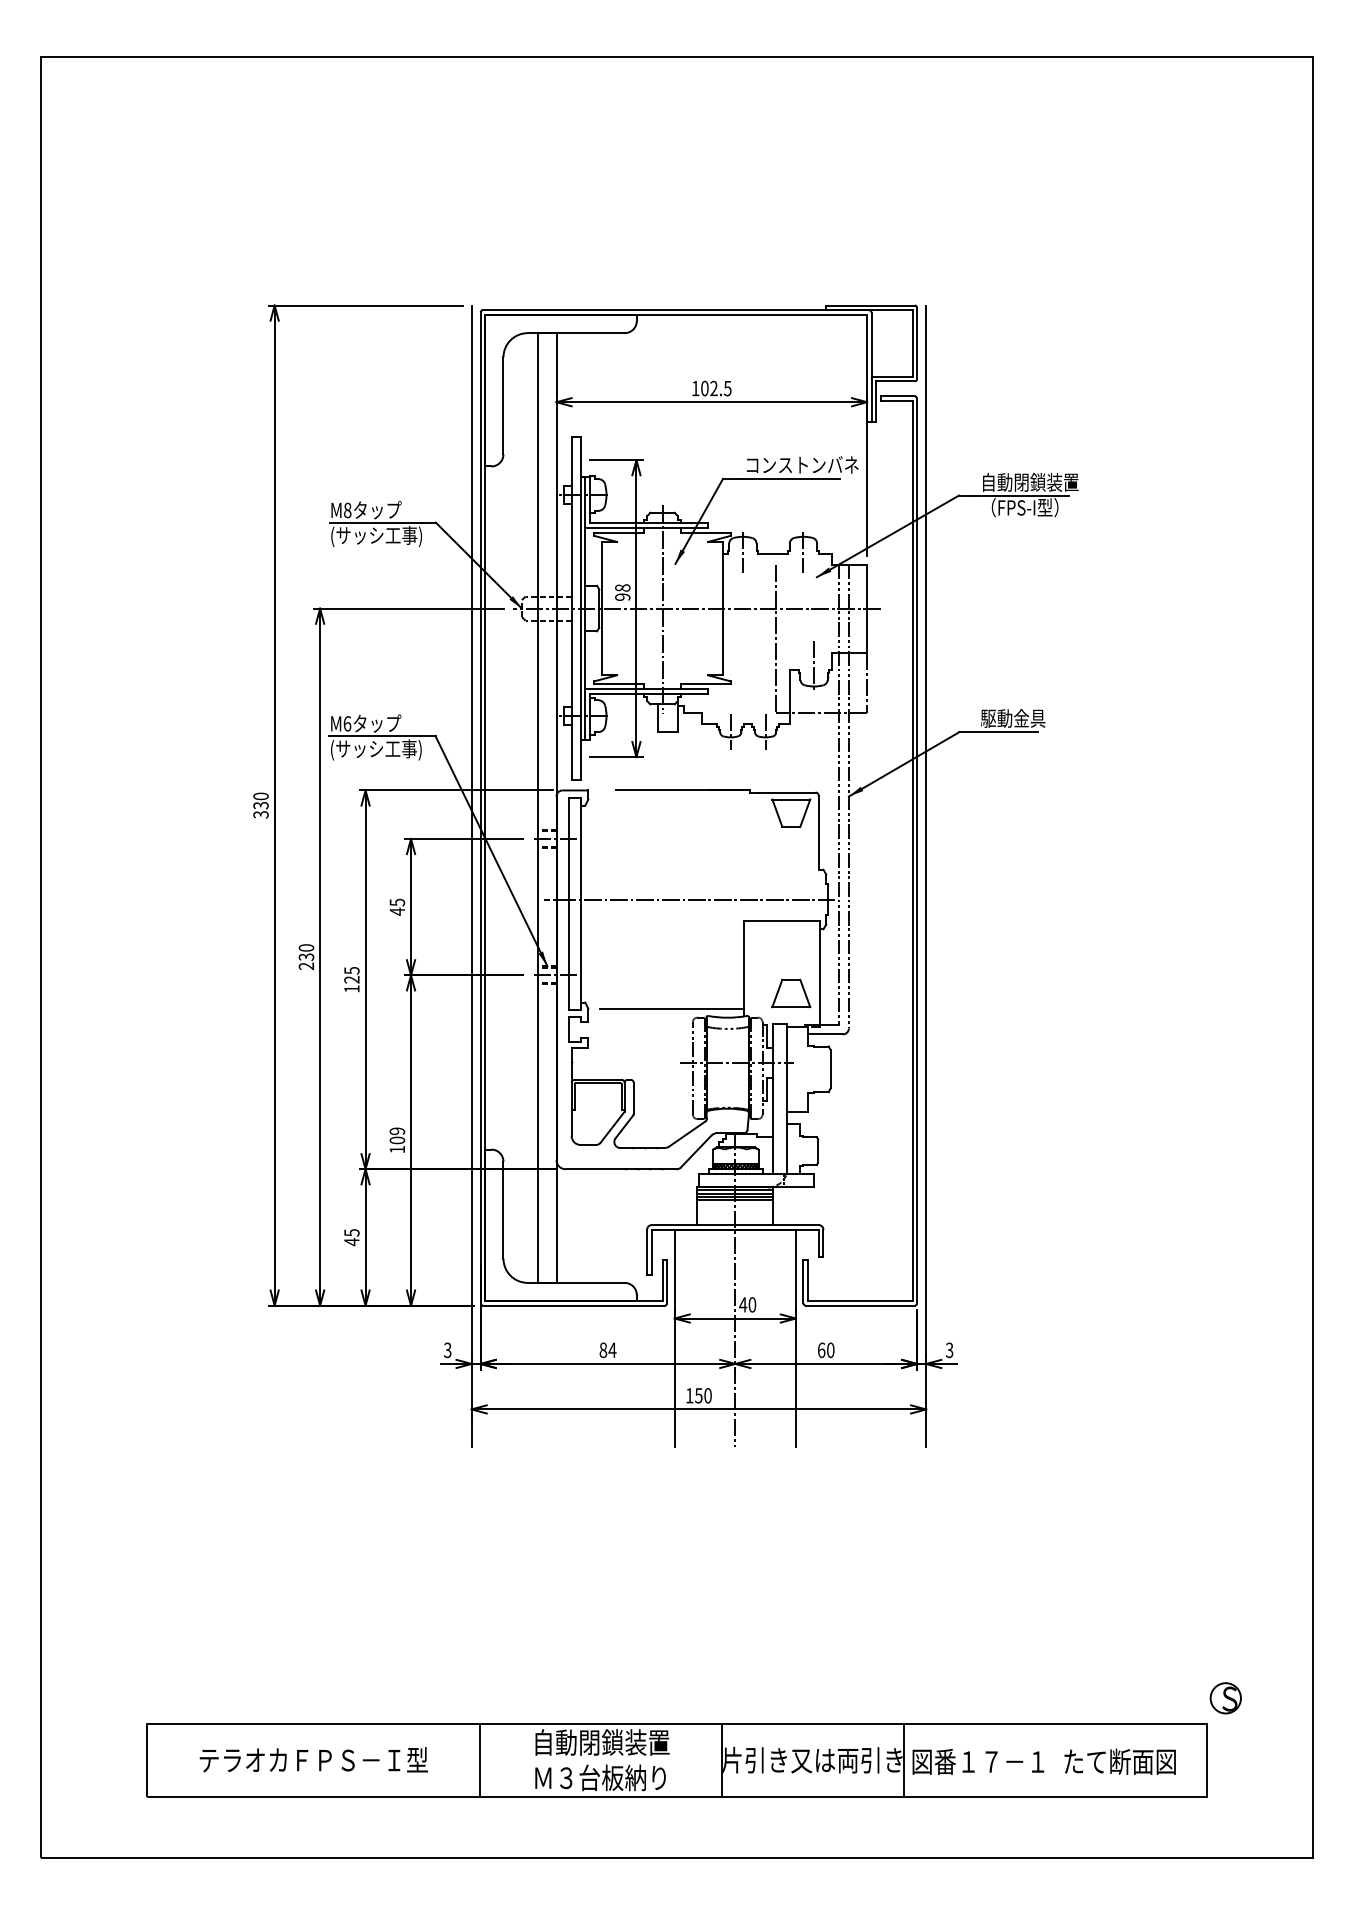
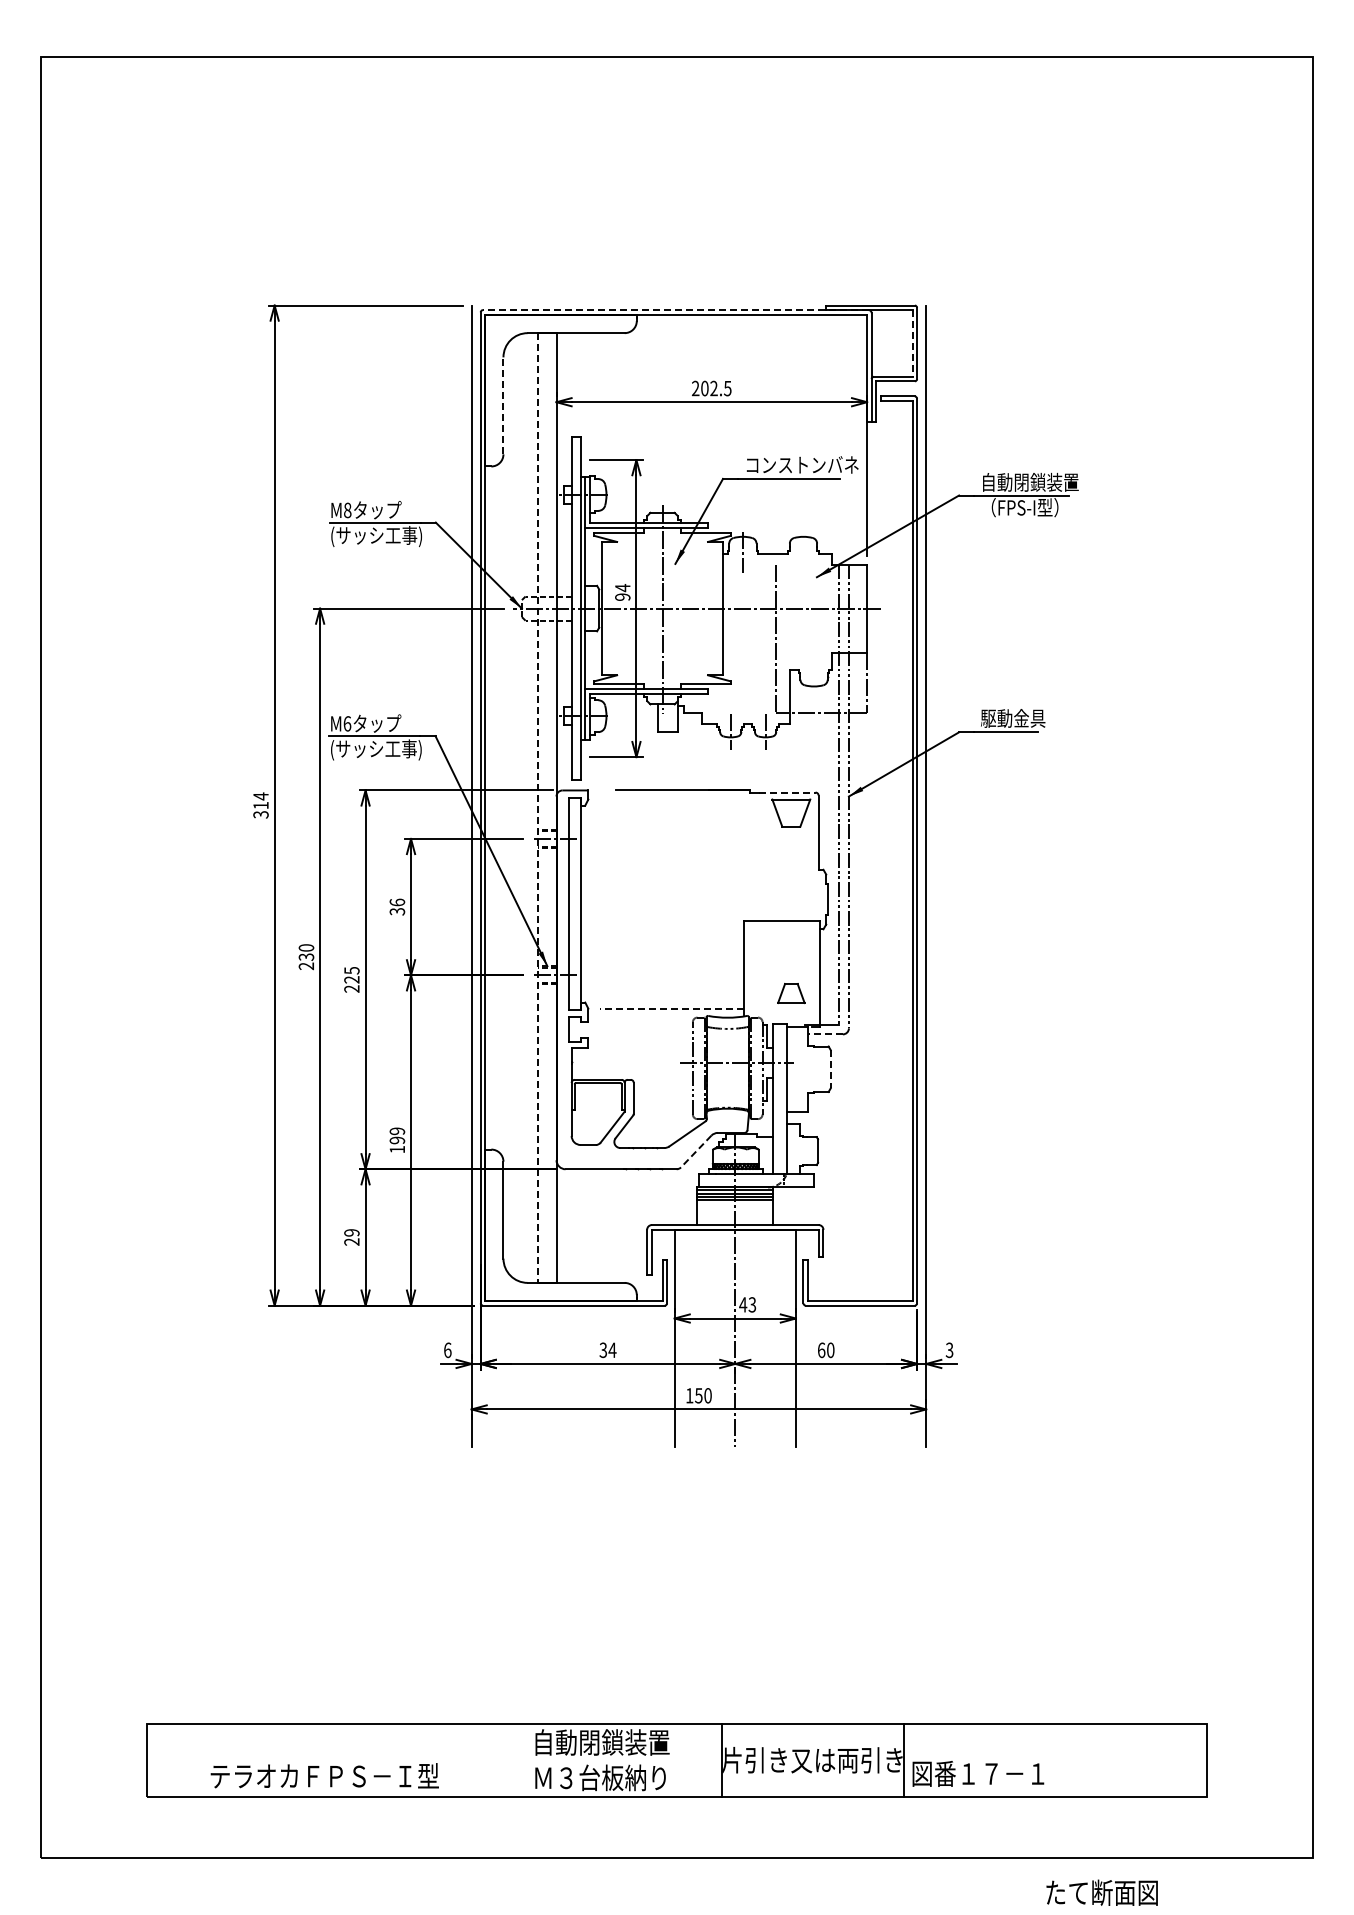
line at (675, 310): solid -> dashed
line at (912, 343): solid -> dashed
text at (695, 388): 102.5 -> 202.5
line at (503, 405): solid -> dashed
line at (803, 552): present -> none
text at (622, 588): 98 -> 94
line at (814, 666): present -> none
line at (787, 792): solid -> dashed
text at (260, 800): 330 -> 314
line at (538, 808): solid -> dashed
line at (689, 899): present -> none
text at (397, 906): 45 -> 36
text at (351, 988): 125 -> 225
part at (791, 993) size: 41x31 px -> 29x21 px
line at (672, 1008): solid -> dashed
line at (824, 1034): solid -> dashed
line at (830, 1069): solid -> dashed
text at (397, 1140): 109 -> 199
line at (696, 1151): solid -> dashed
text at (351, 1237): 45 -> 29
text at (752, 1304): 40 -> 43
text at (447, 1349): 3 -> 6
text at (603, 1349): 84 -> 34
part at (1225, 1698): present -> none
text at (313, 1759) position: (313, 1759) -> (324, 1775)
line at (480, 1760): present -> none
text at (978, 1761) position: (978, 1761) -> (978, 1773)
text at (1119, 1761) position: (1119, 1761) -> (1101, 1892)
